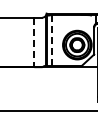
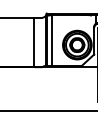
line at (51, 41): dashed -> solid
line at (34, 42): dashed -> solid
